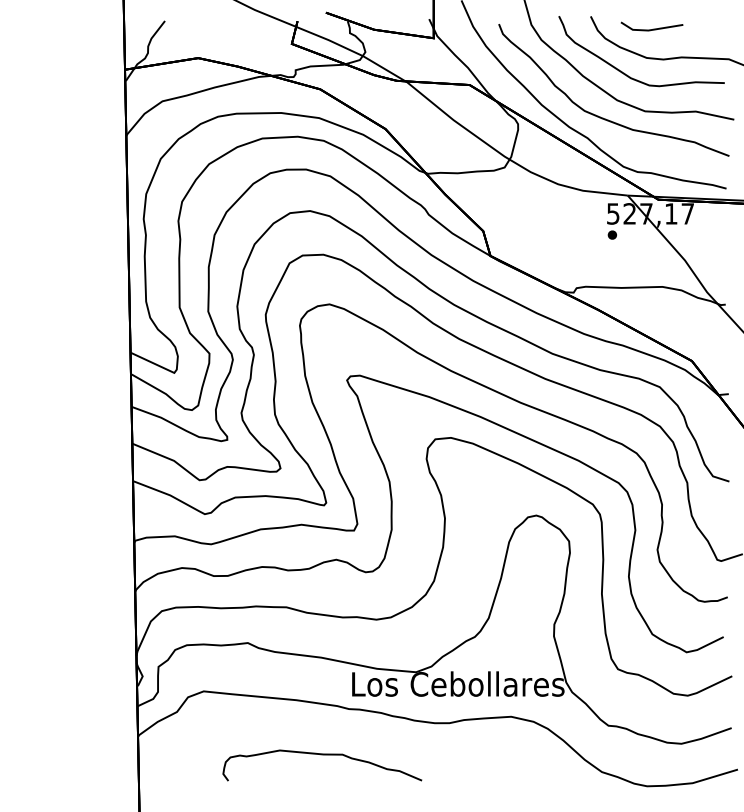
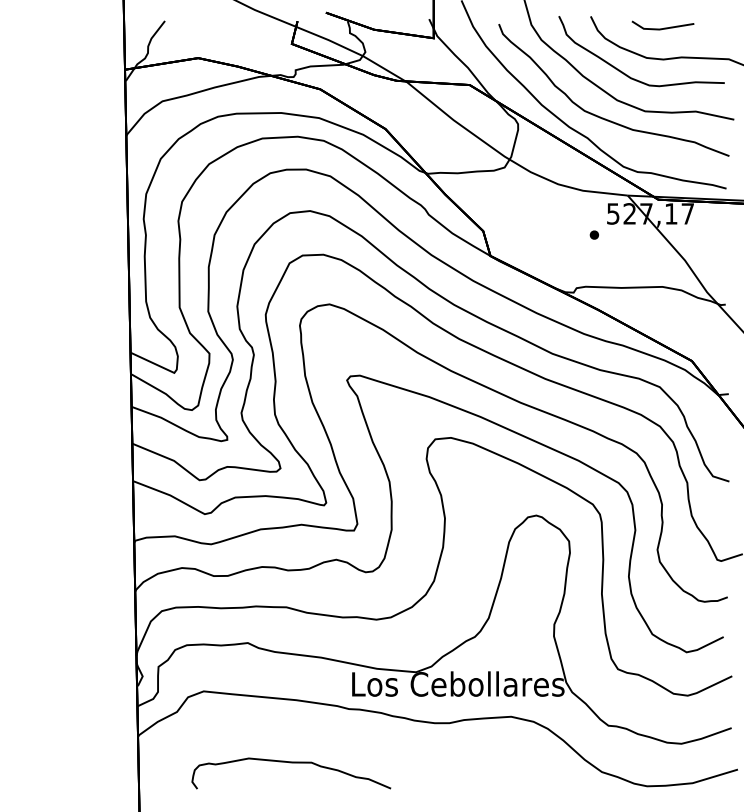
line at (653, 28) position: (653, 28) -> (664, 27)
part at (611, 234) position: (611, 234) -> (593, 234)
curve at (322, 755) position: (322, 755) -> (291, 763)
